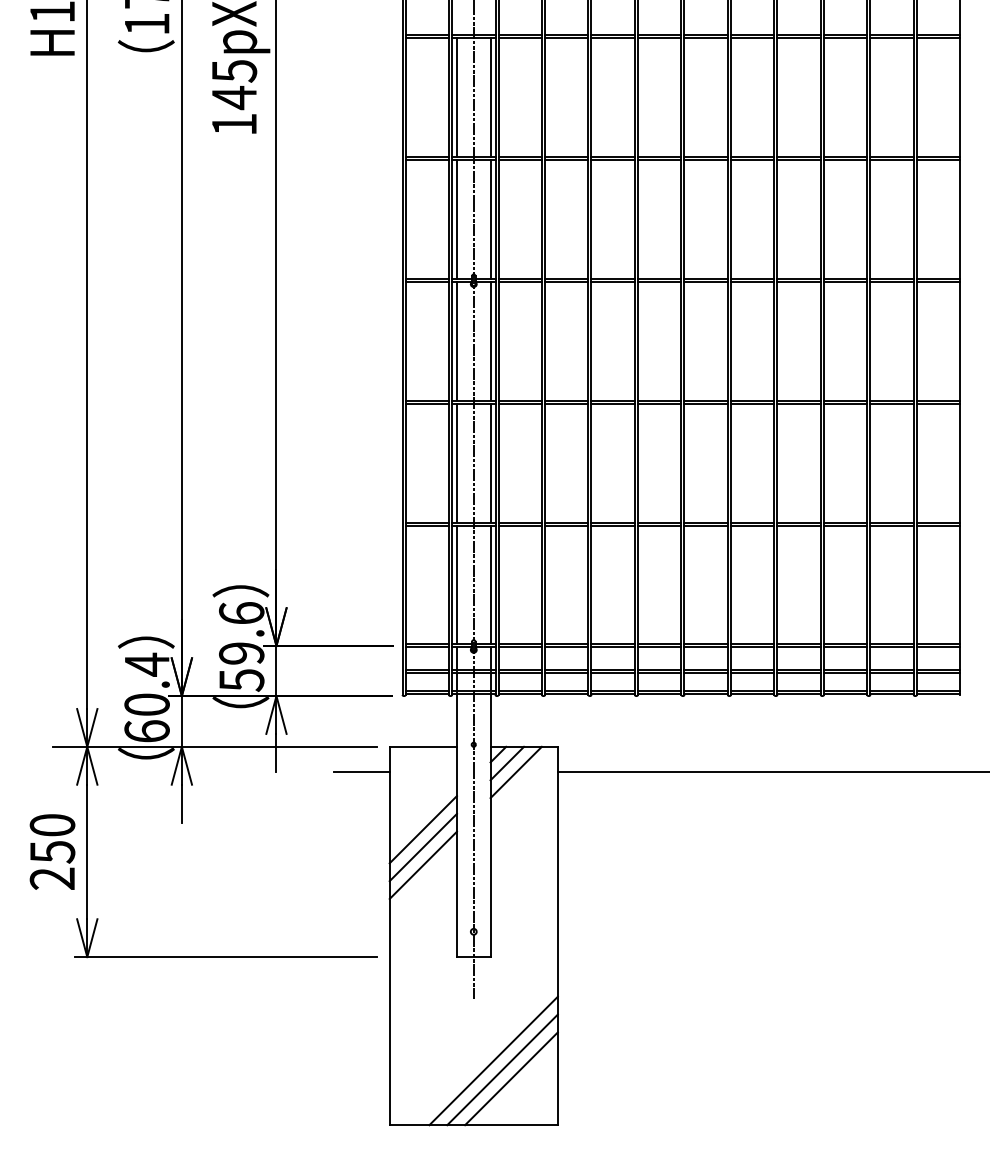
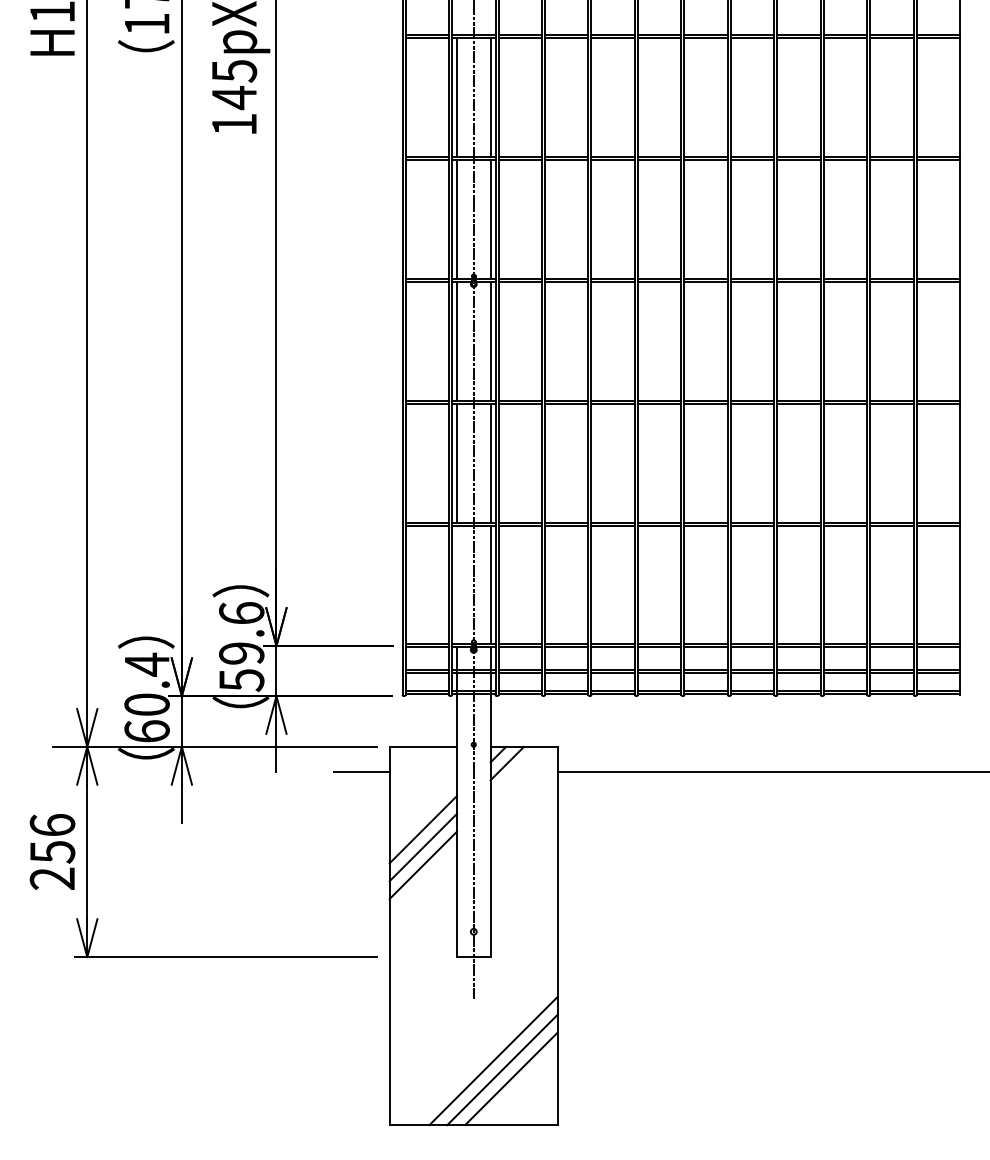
line at (456, 584): present -> none
line at (515, 772): present -> none
text at (52, 825): 250 -> 256
